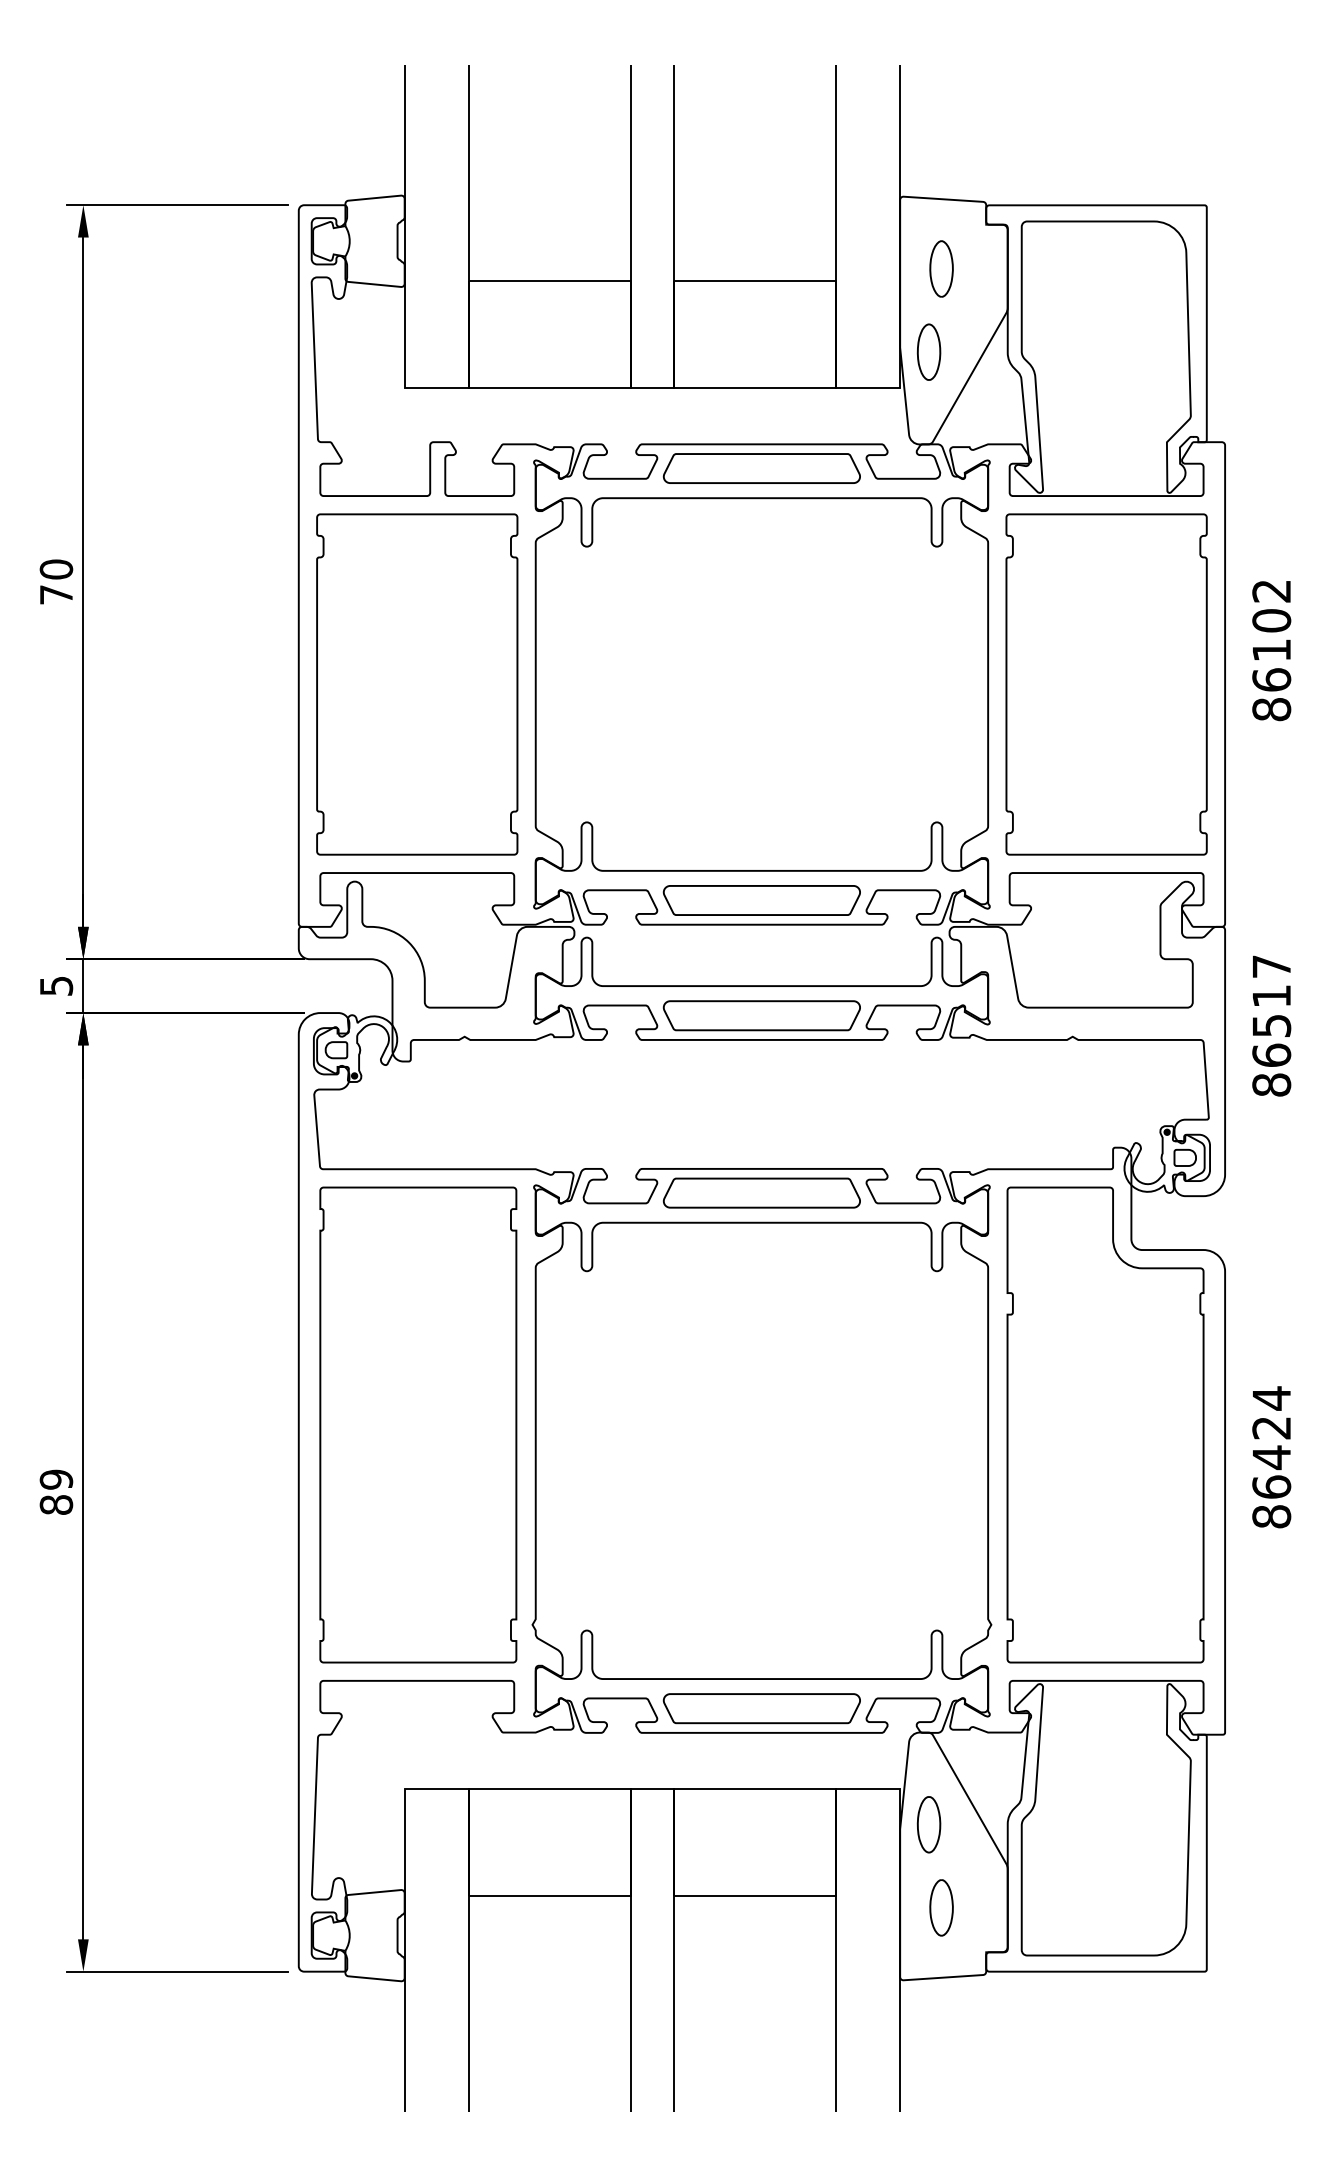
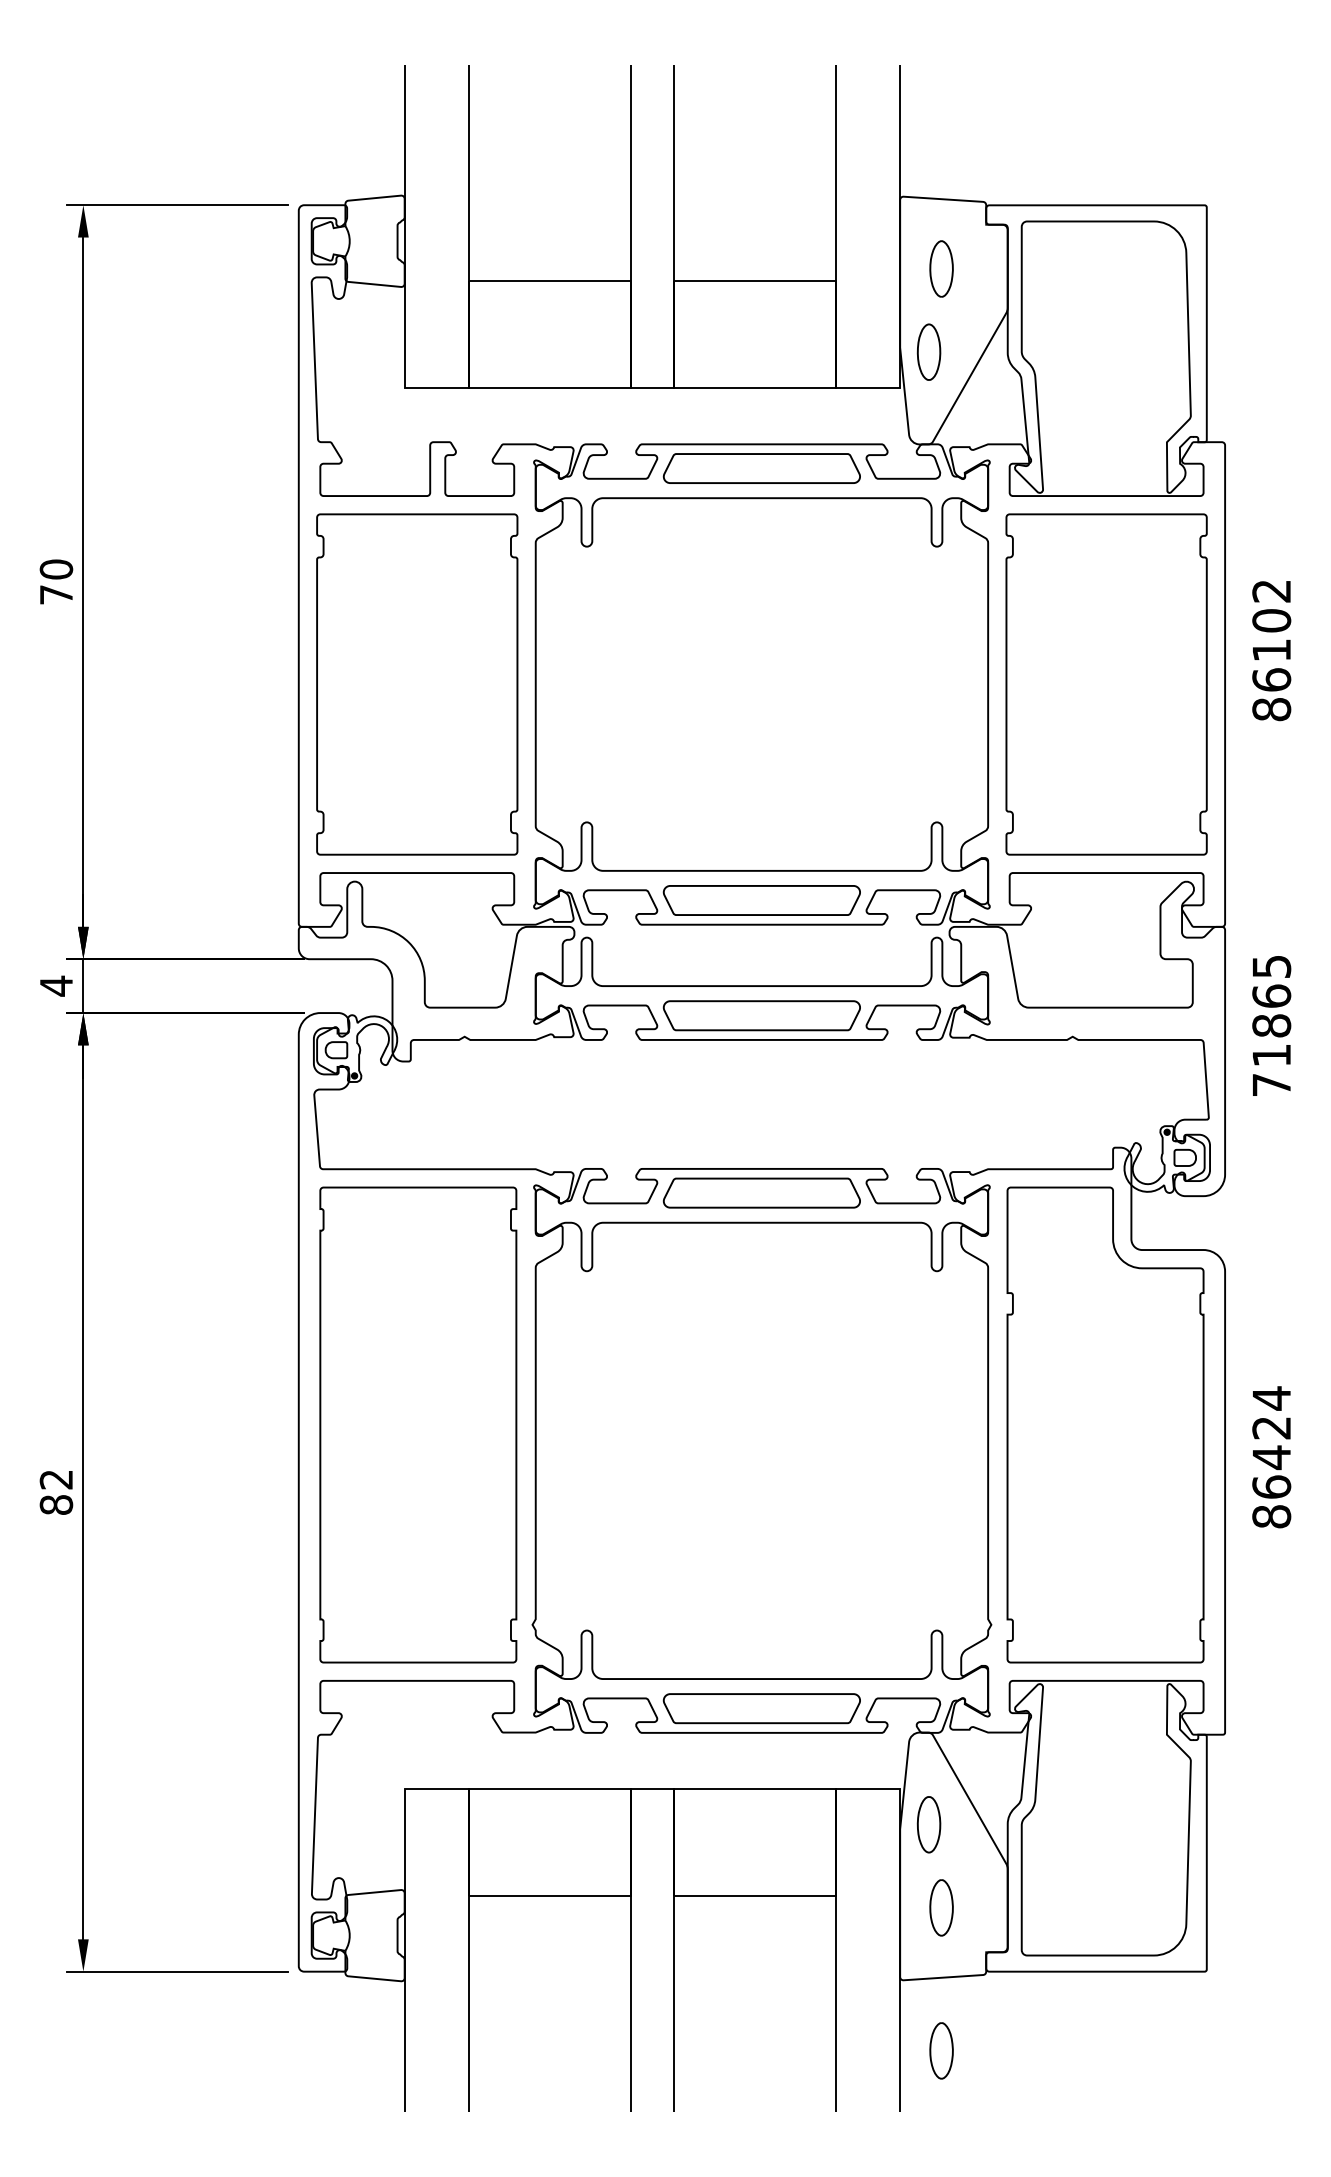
text at (56, 985): 5 -> 4
text at (1271, 1025): 86517 -> 71865
text at (56, 1479): 89 -> 82
part at (941, 2050): none -> present
